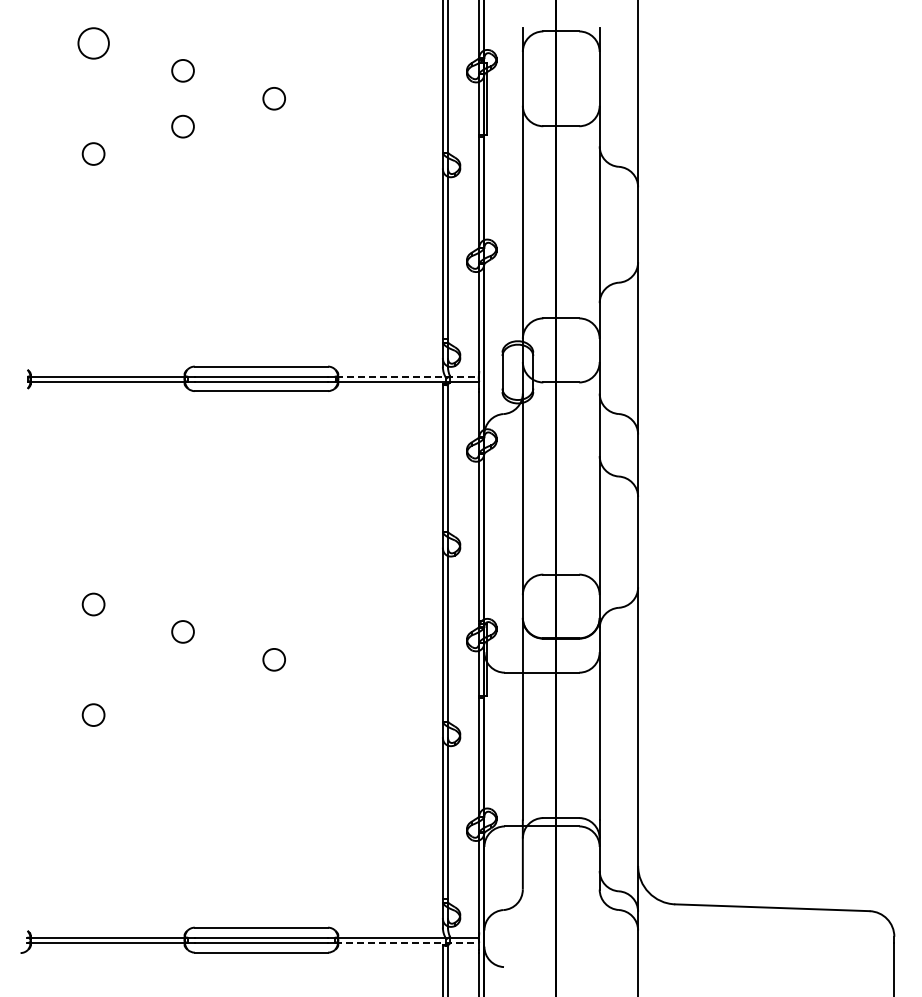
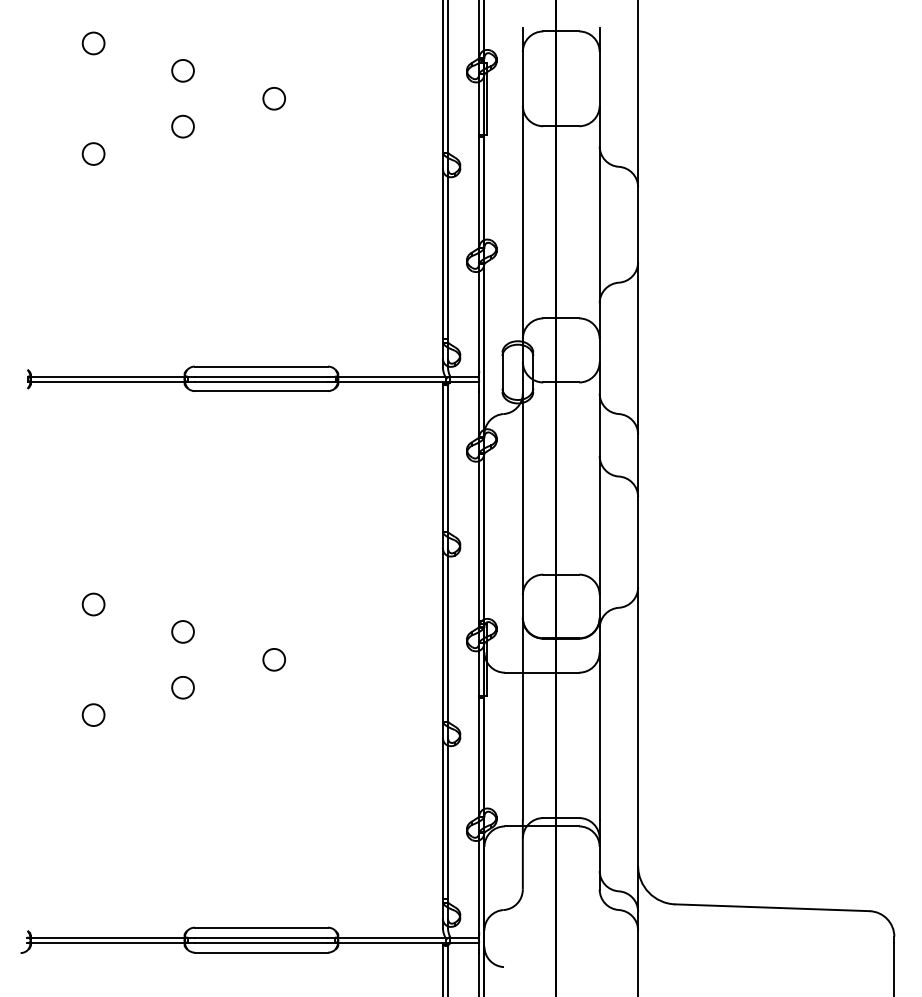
circle at (93, 43) size: 33x33 px -> 25x25 px
line at (407, 376): dashed -> solid
circle at (182, 687): none -> present
line at (407, 942): dashed -> solid
